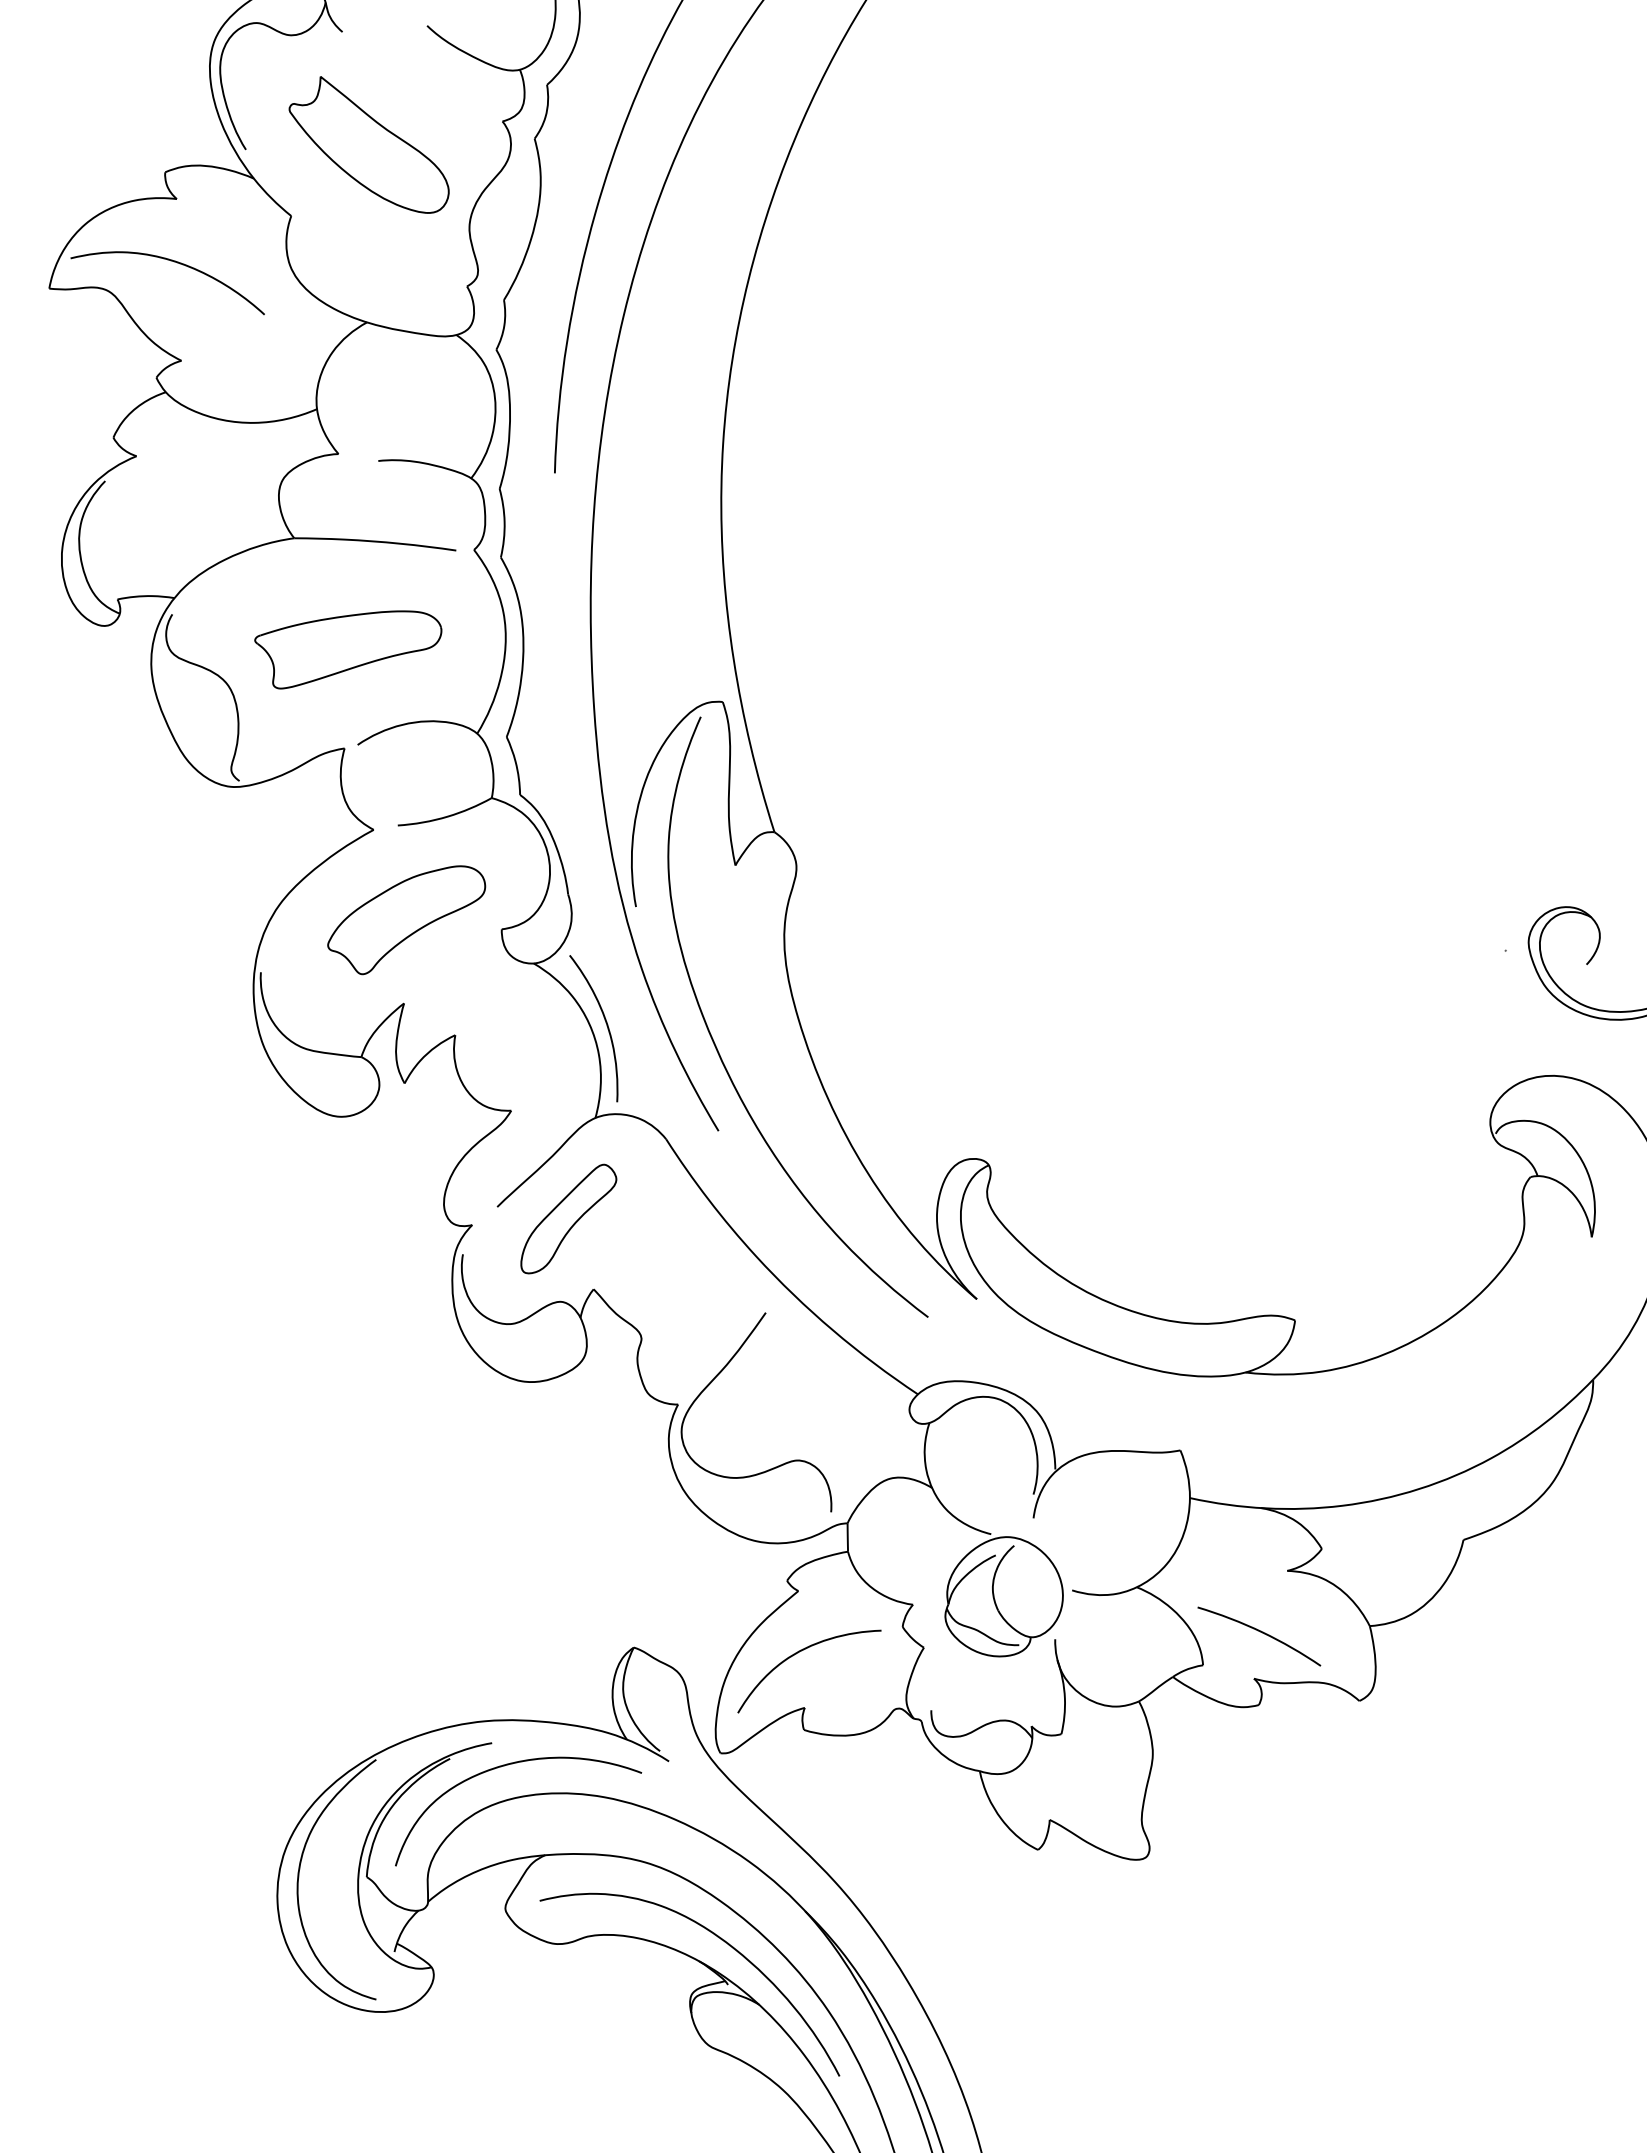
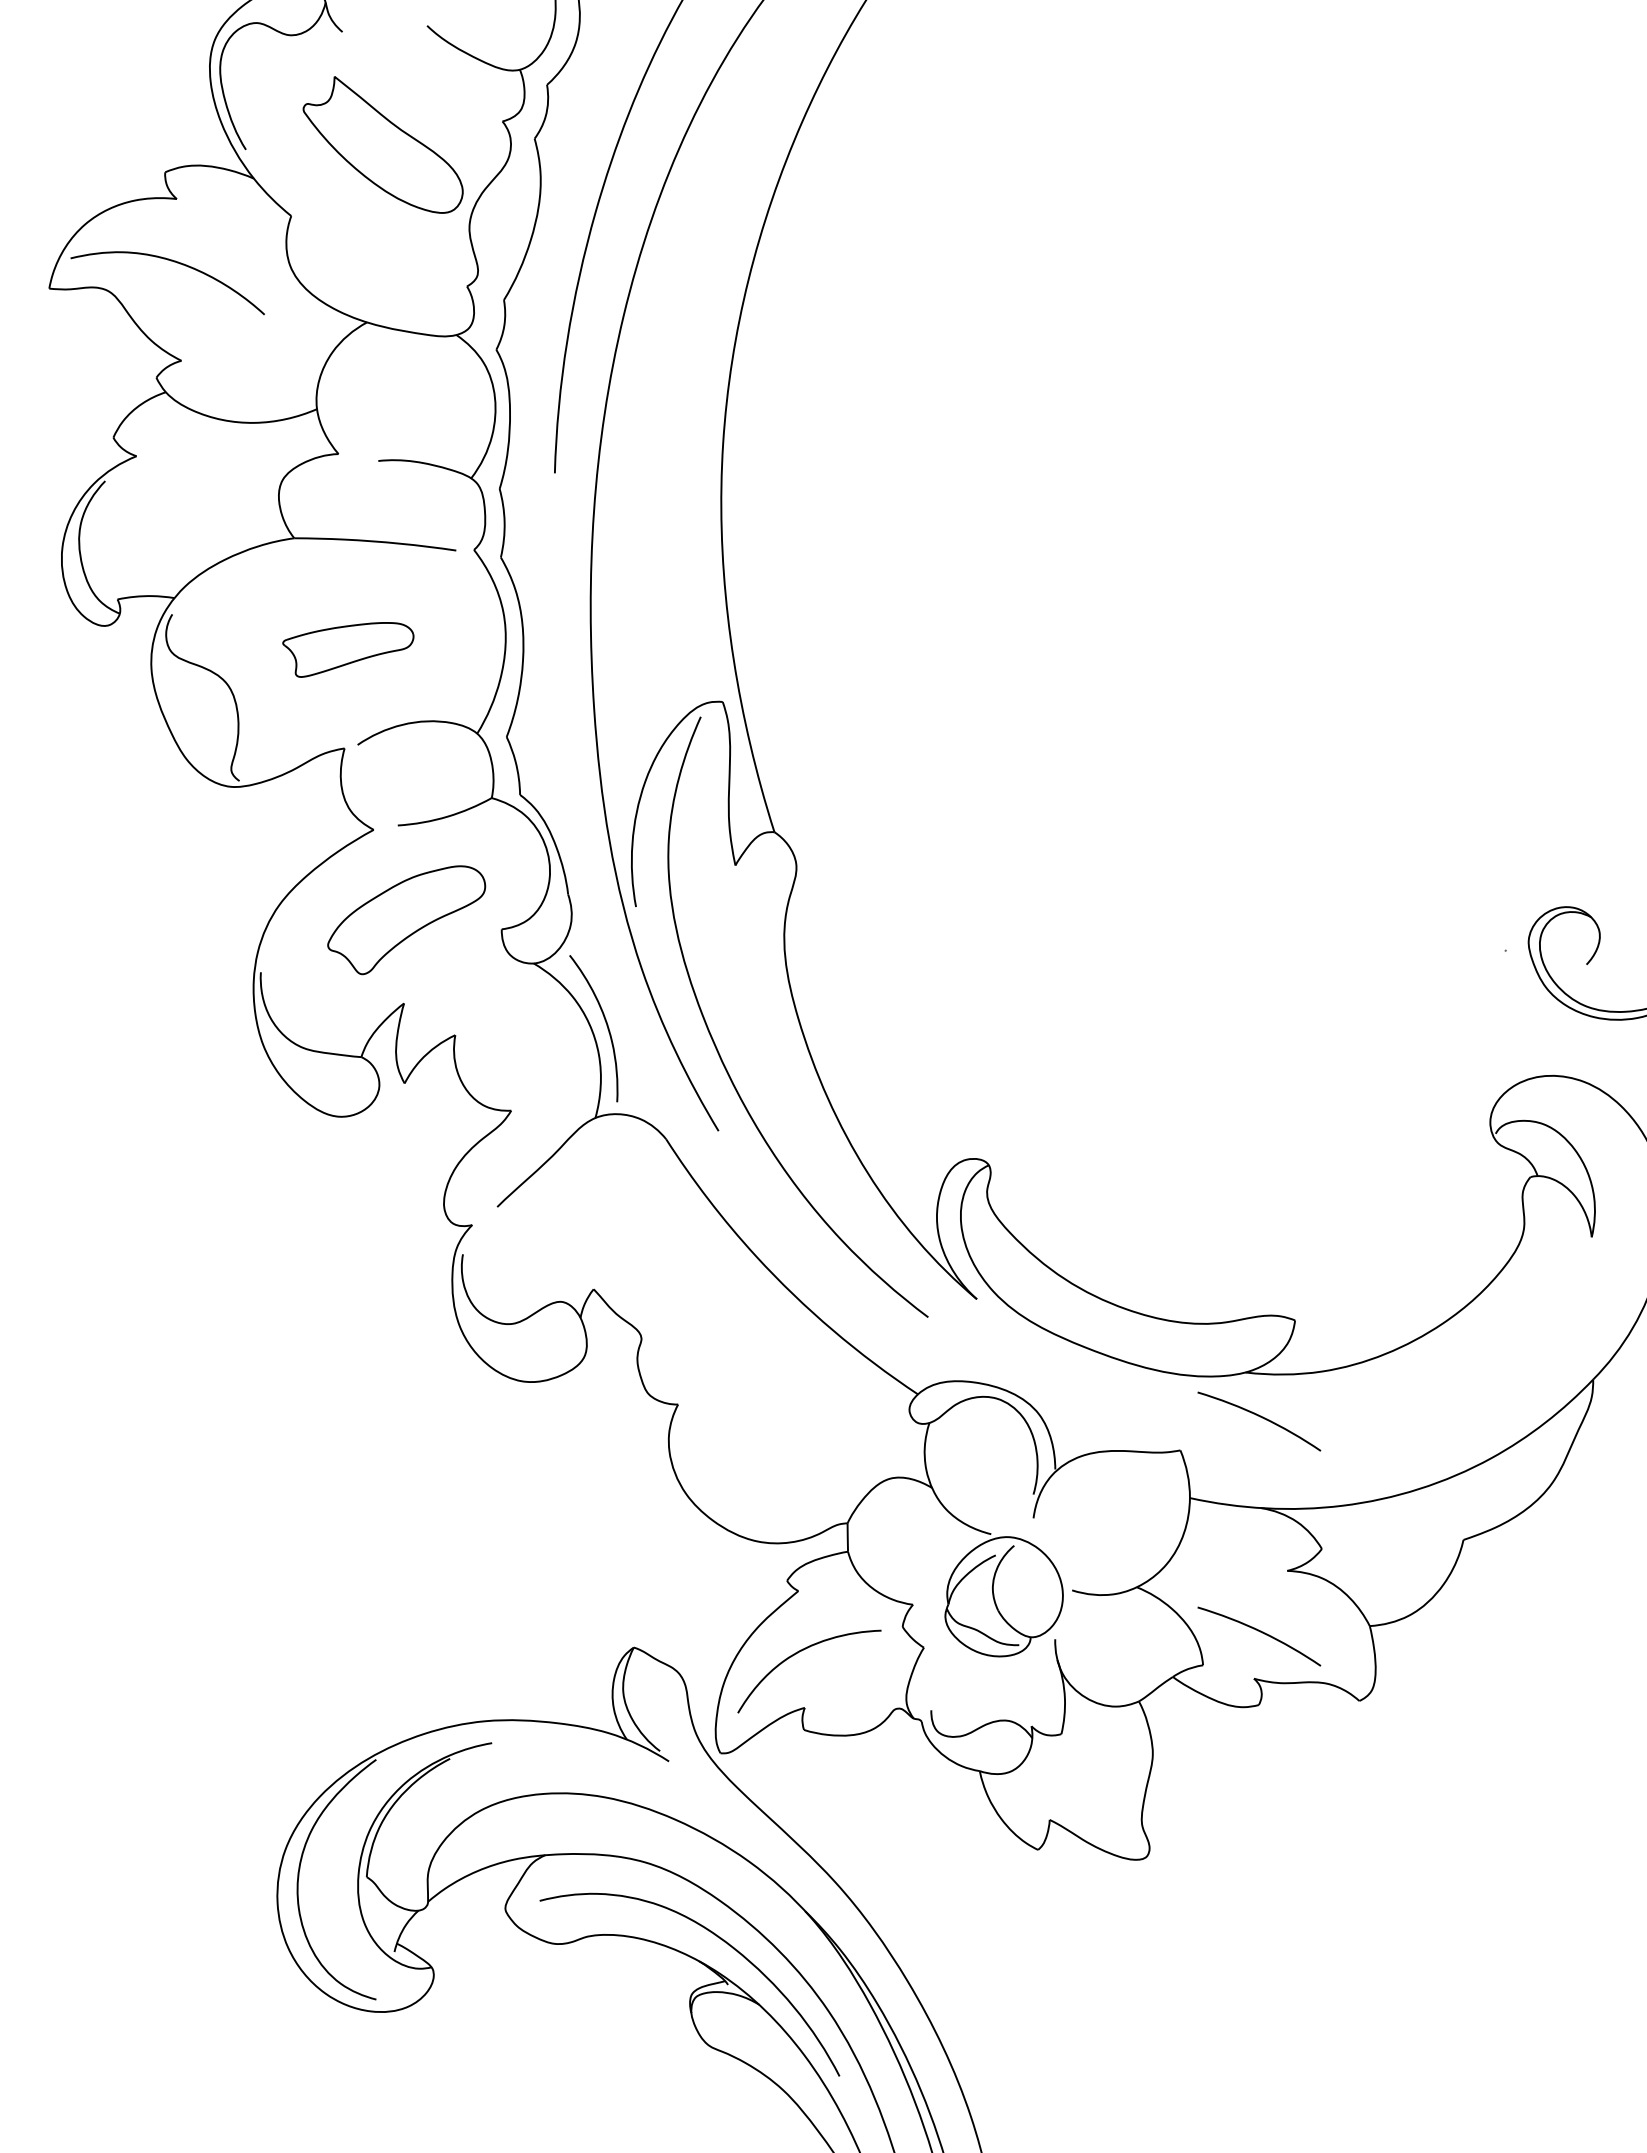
part at (368, 144) position: (368, 144) -> (382, 144)
part at (348, 649) size: 189x80 px -> 133x56 px
part at (568, 1218): present -> none
curve at (719, 1374): present -> none
curve at (1260, 1417): none -> present
curve at (508, 1765): present -> none
